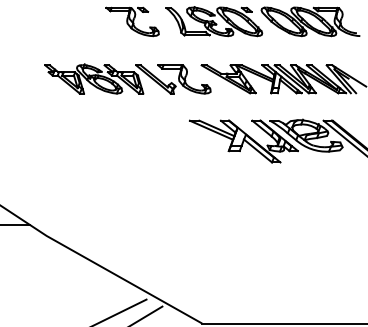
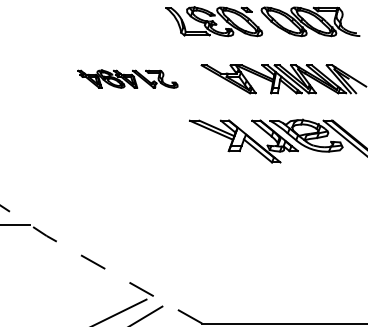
part at (132, 21): present -> none
part at (127, 78) size: 168x32 px -> 102x20 px
line at (99, 265): solid -> dashed
